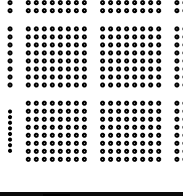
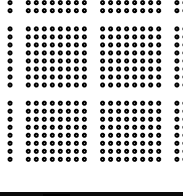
part at (9, 130) size: 4x44 px -> 6x62 px
